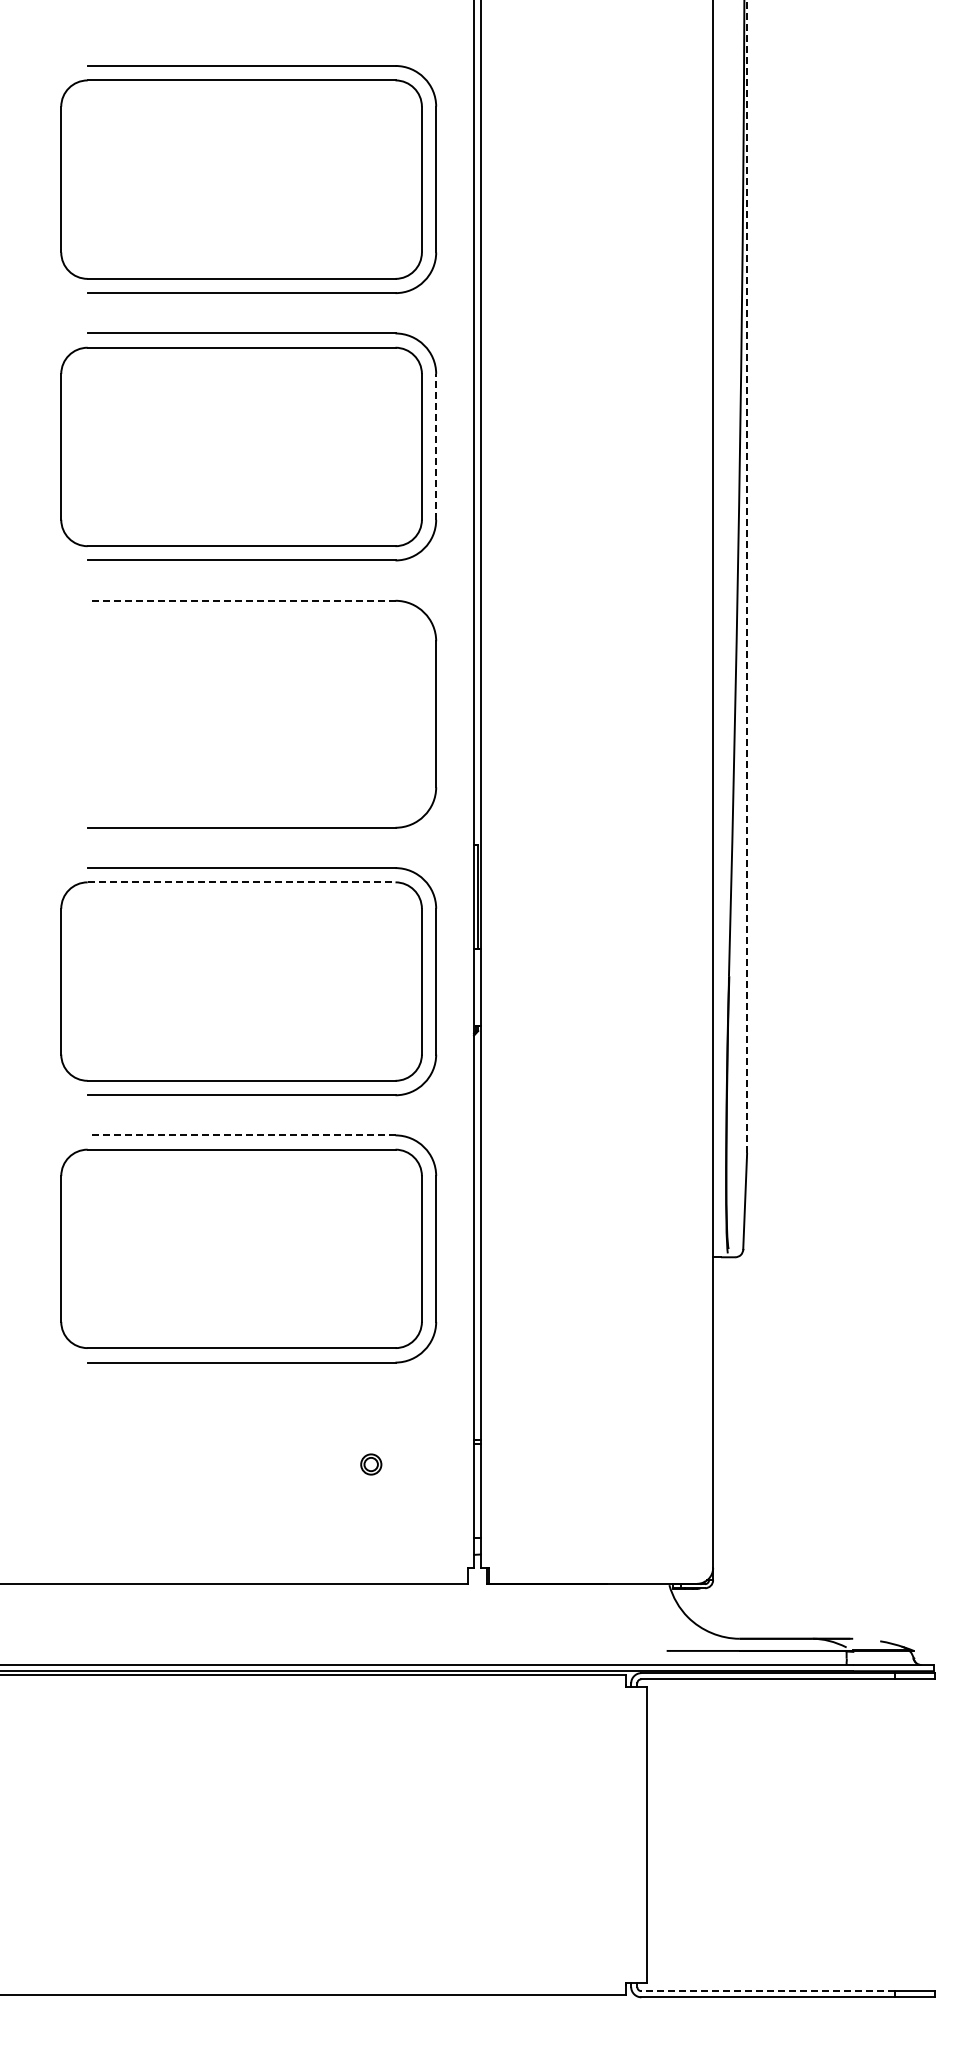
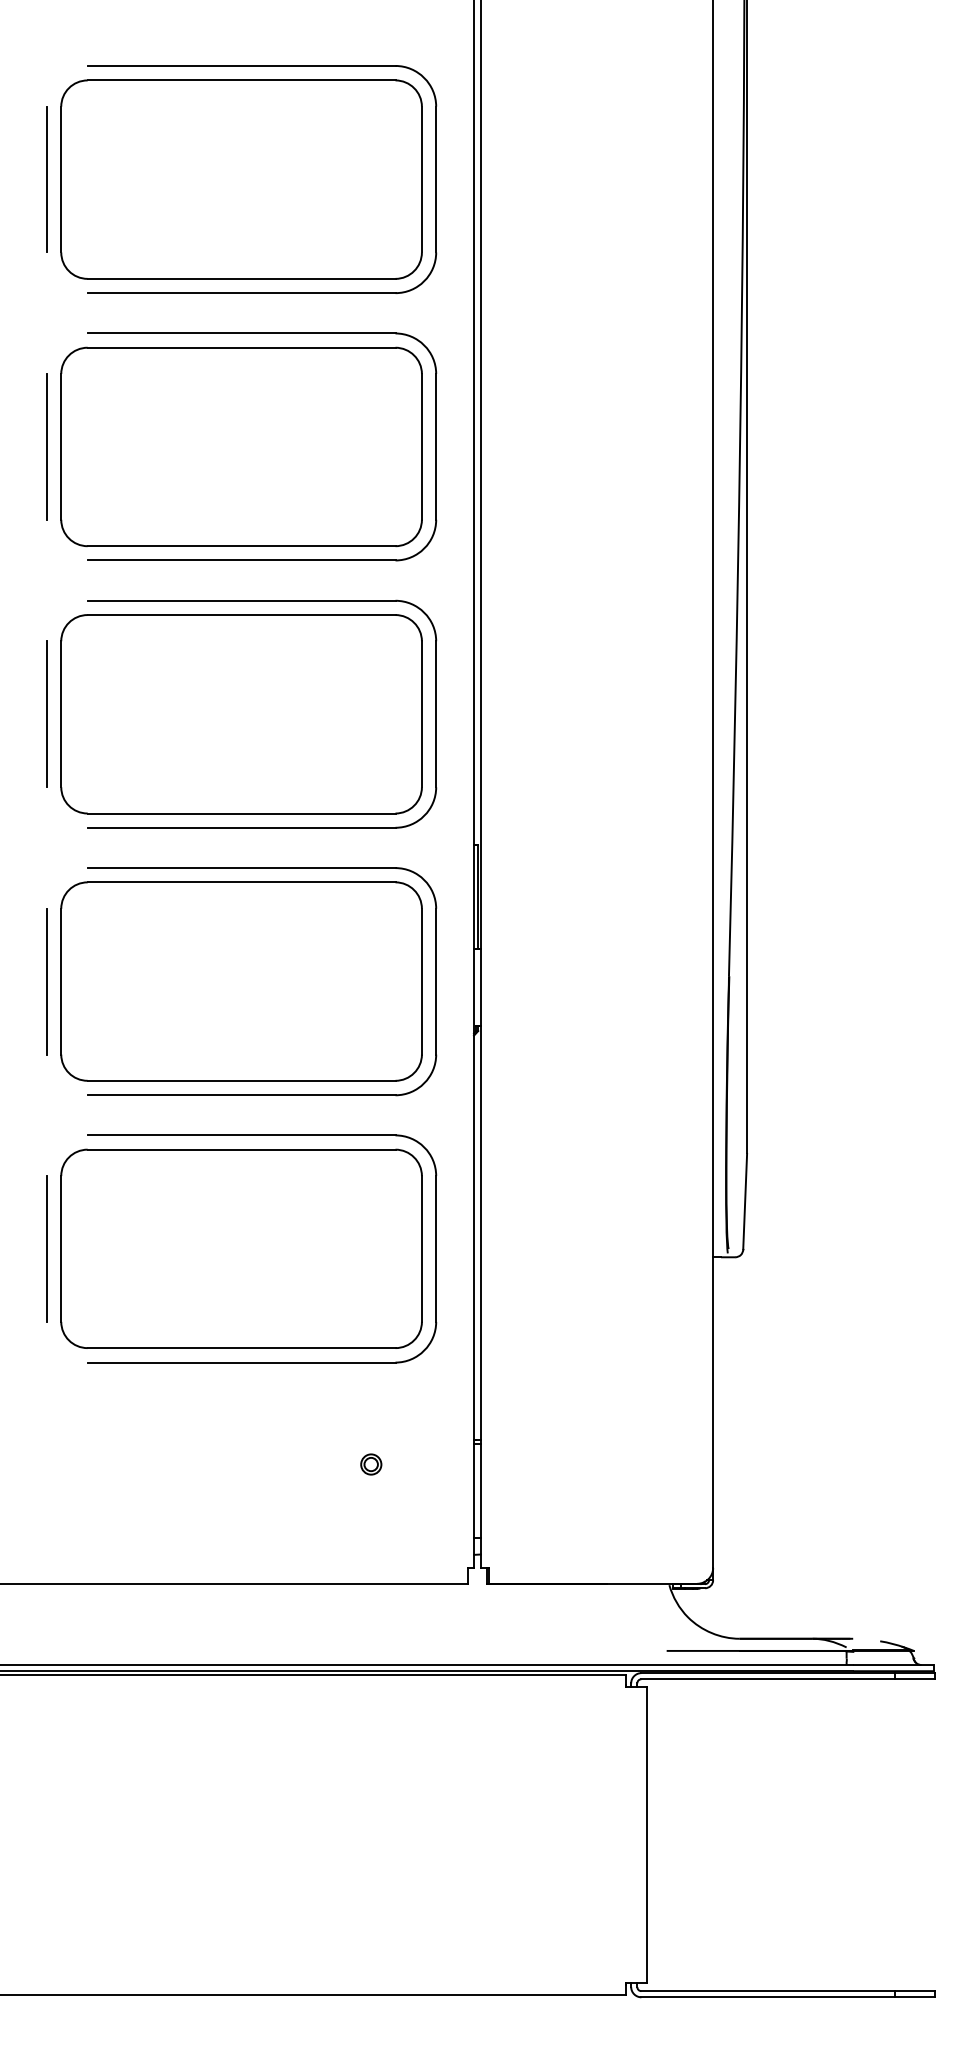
line at (47, 179): none -> present
line at (47, 446): none -> present
line at (436, 446): dashed -> solid
line at (747, 576): dashed -> solid
line at (241, 600): dashed -> solid
line at (46, 713): none -> present
part at (241, 714): none -> present
line at (241, 882): dashed -> solid
line at (47, 981): none -> present
line at (241, 1135): dashed -> solid
line at (47, 1248): none -> present
line at (768, 1991): dashed -> solid
